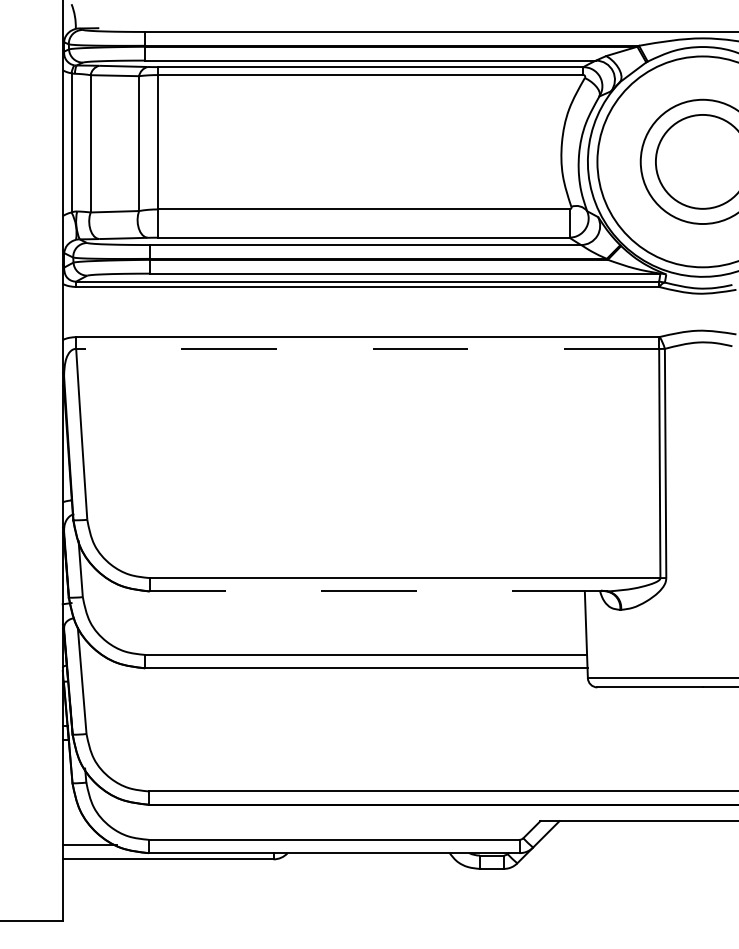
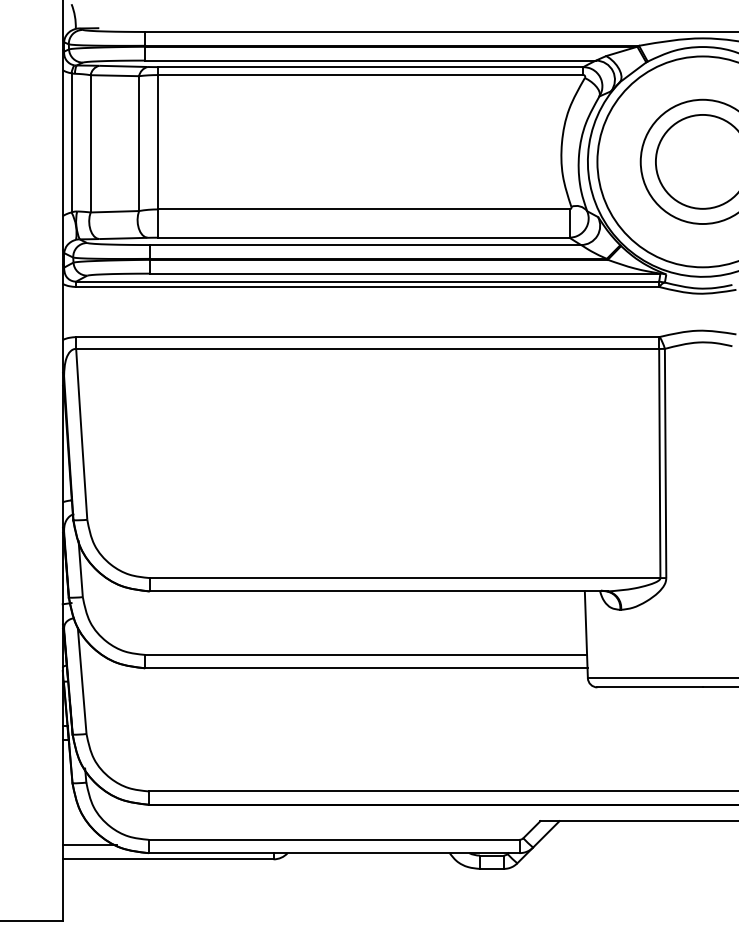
line at (367, 348): dashed -> solid
line at (378, 591): dashed -> solid
